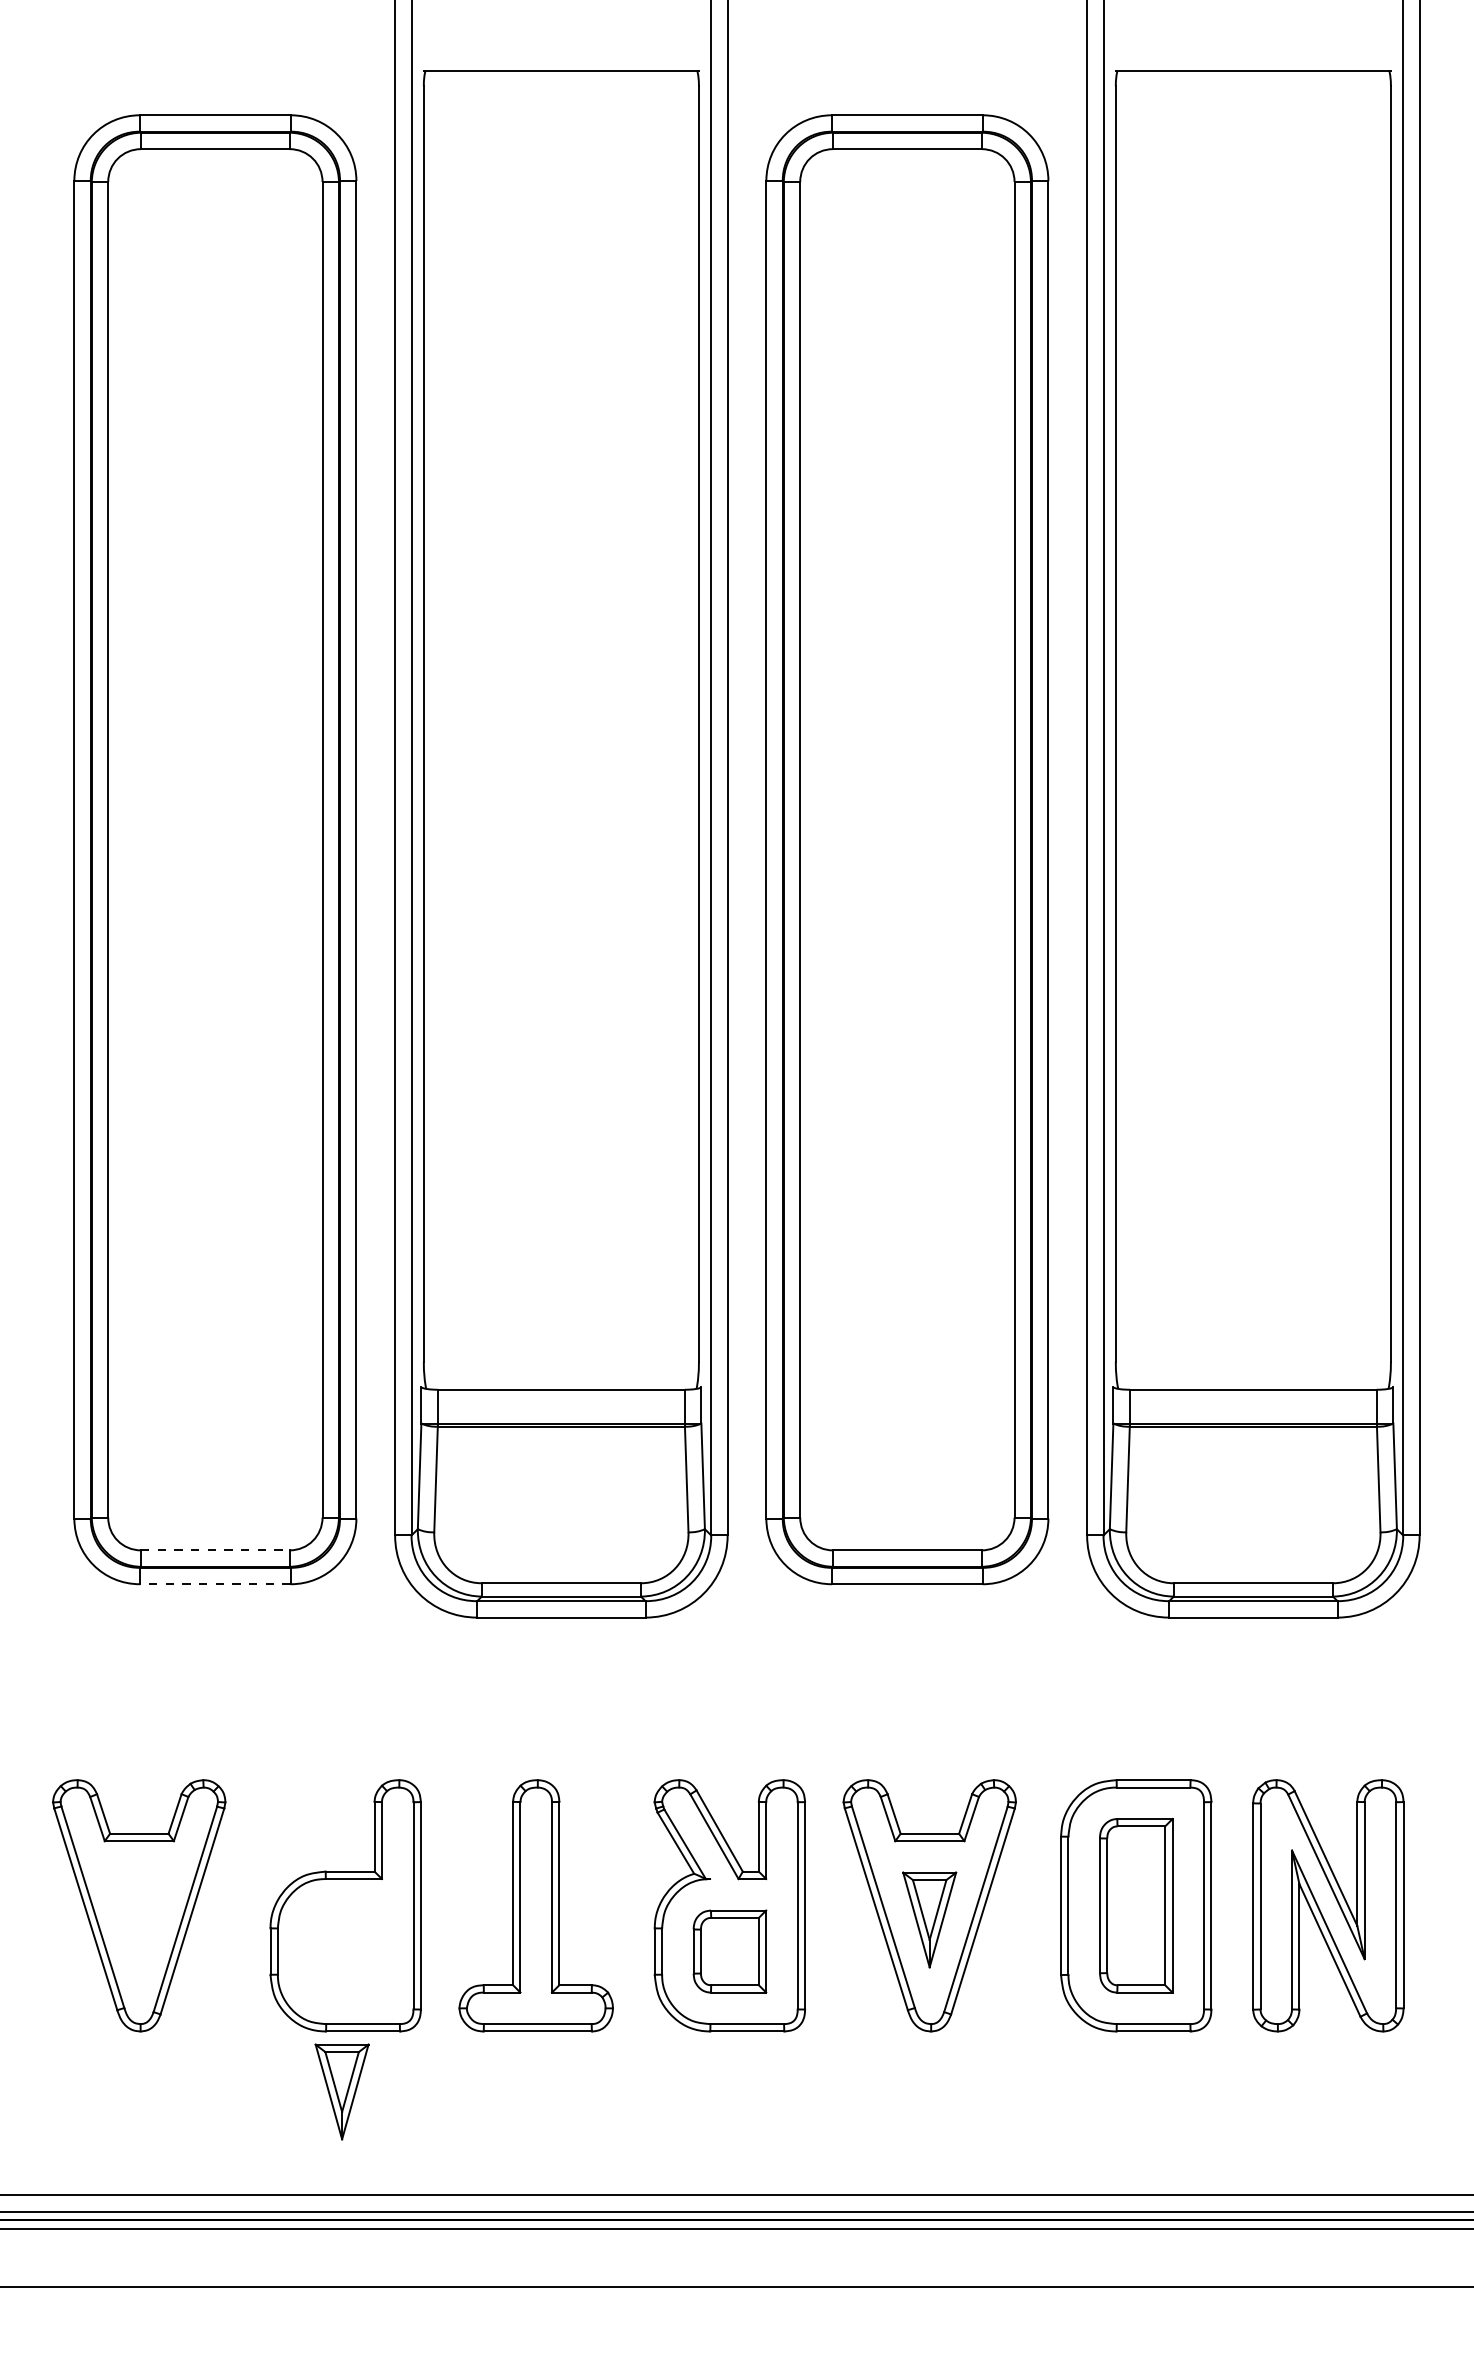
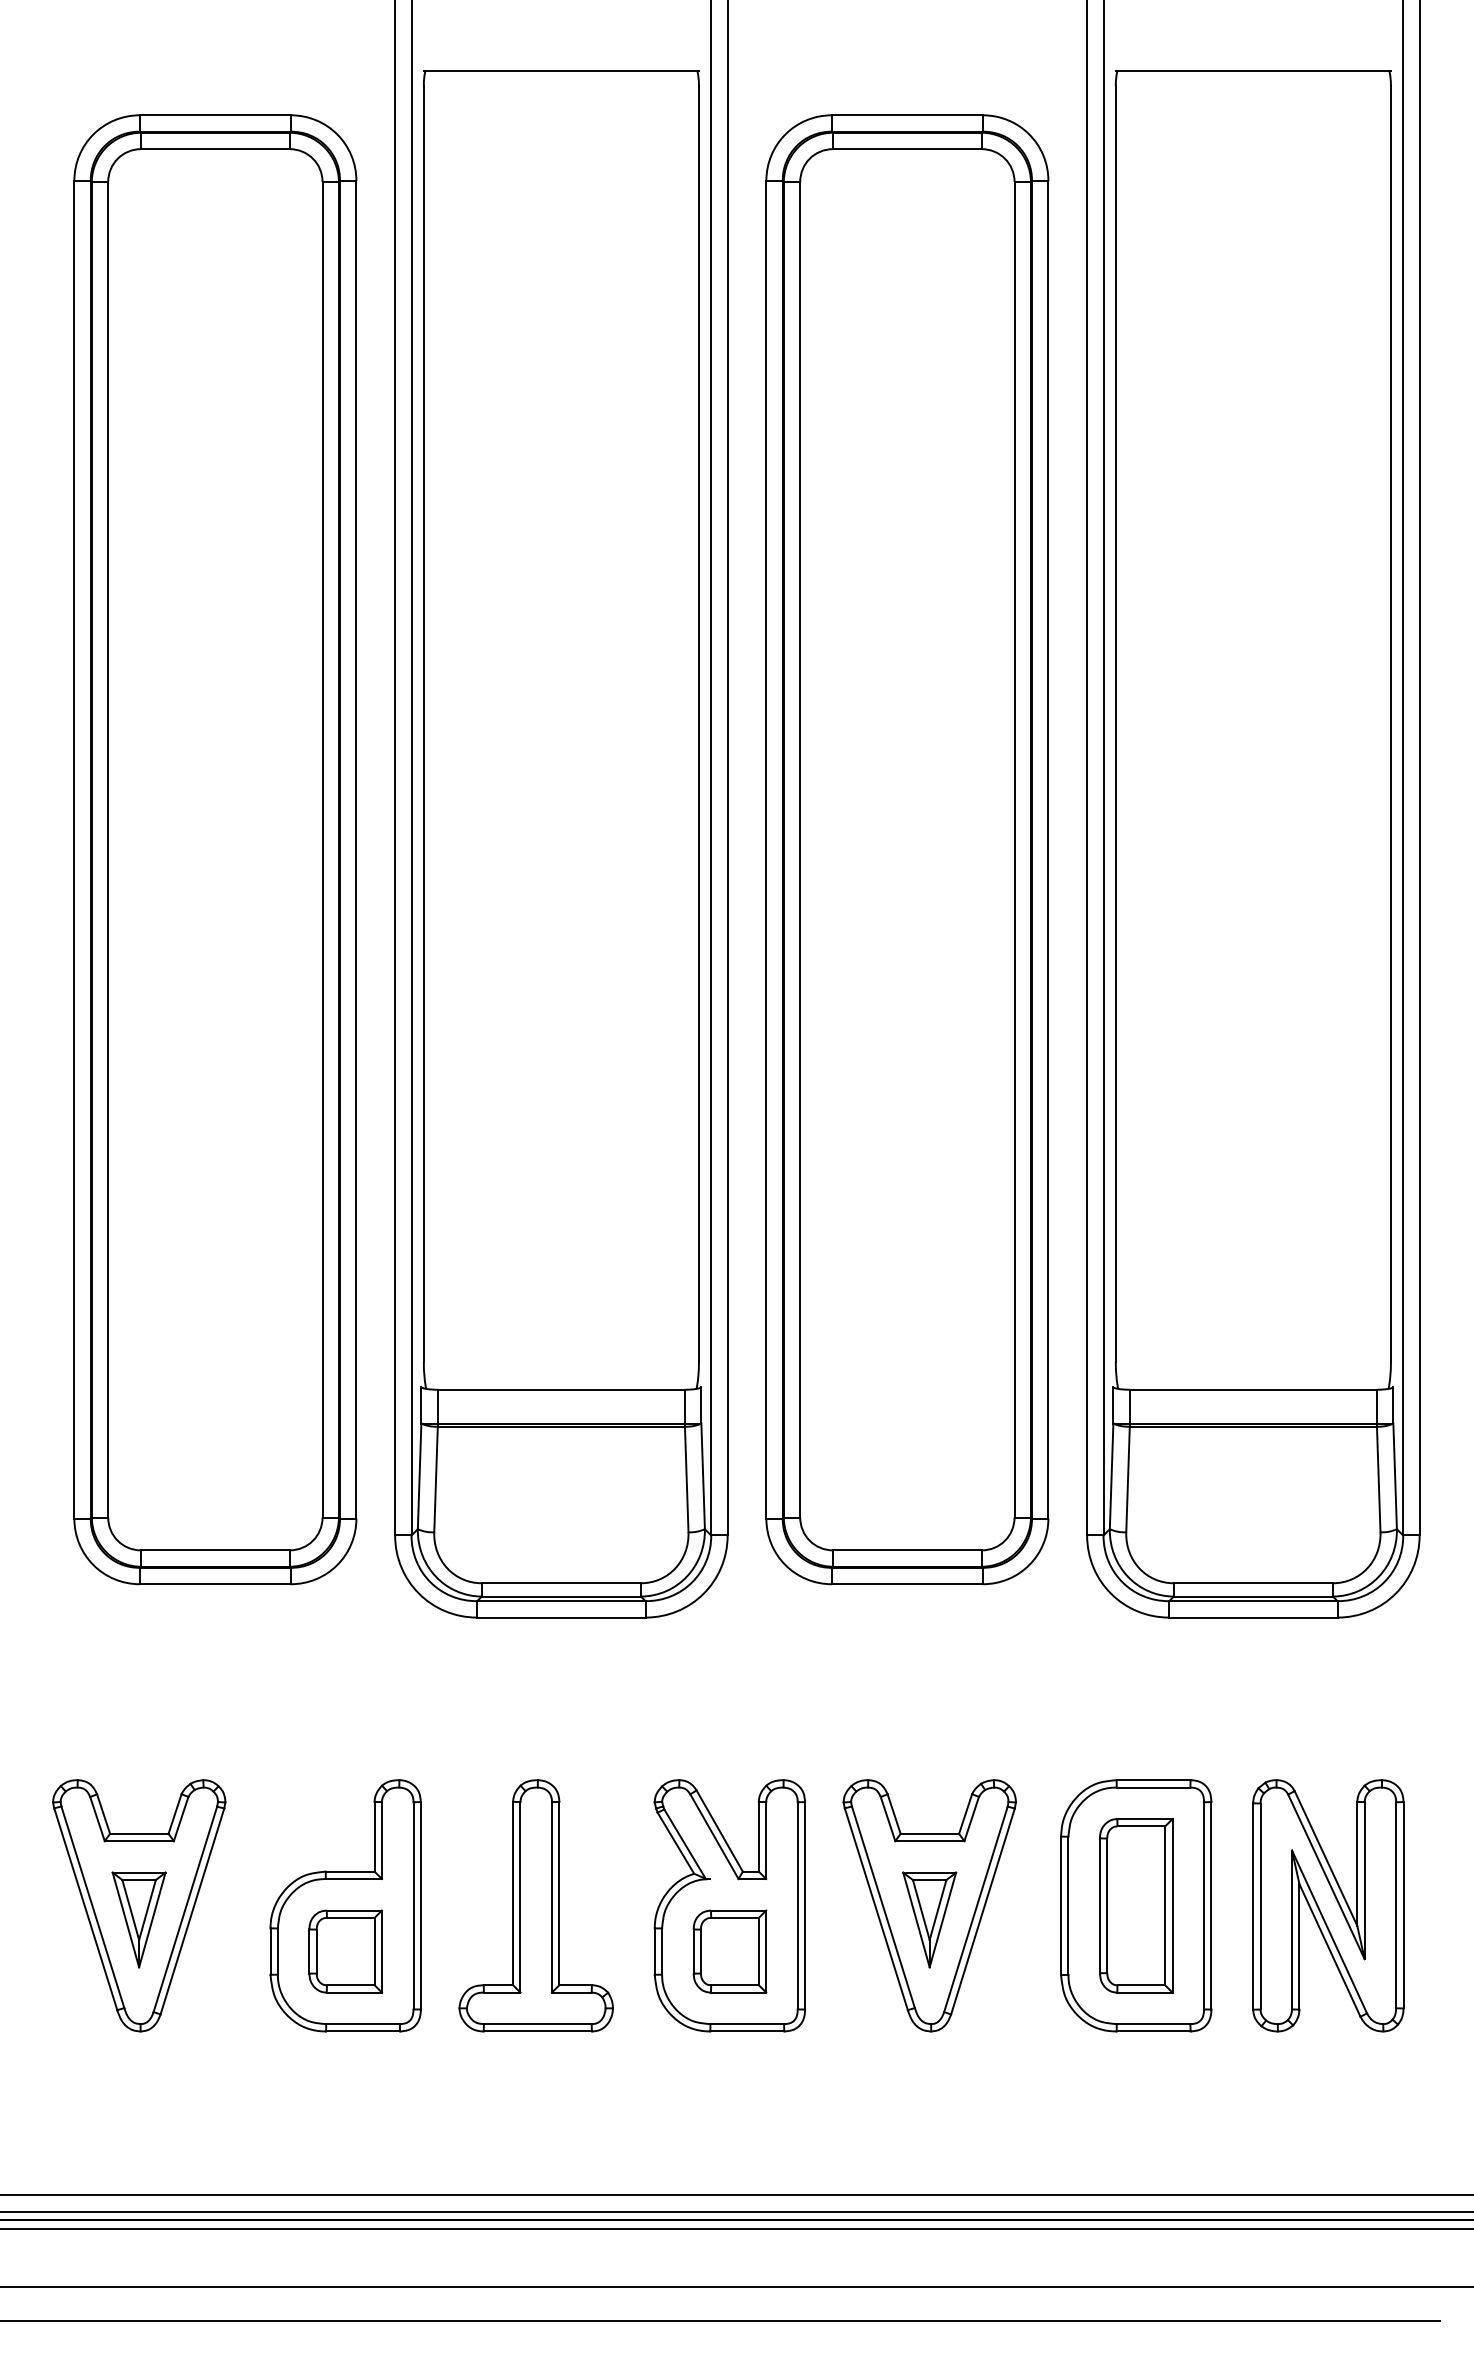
line at (215, 1550): dashed -> solid
line at (214, 1584): dashed -> solid
part at (345, 1951): none -> present
part at (341, 2091) position: (341, 2091) -> (138, 1919)
line at (720, 2320): none -> present
